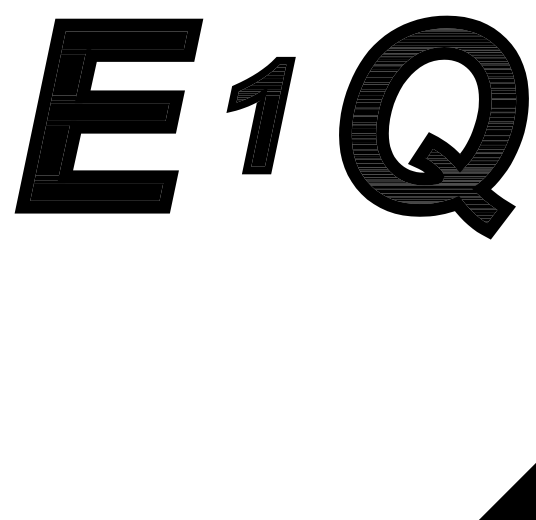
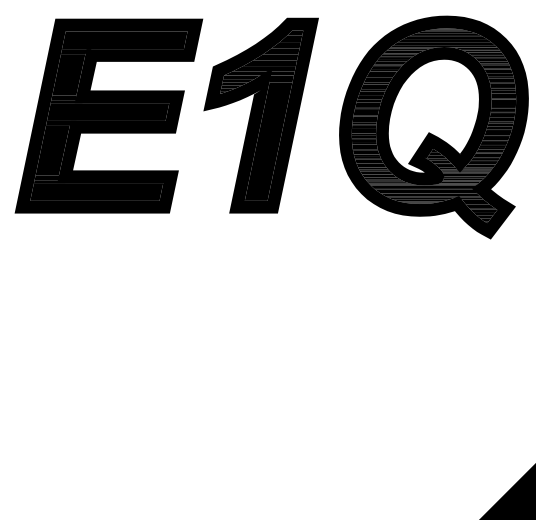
part at (260, 115) size: 70x118 px -> 116x197 px
